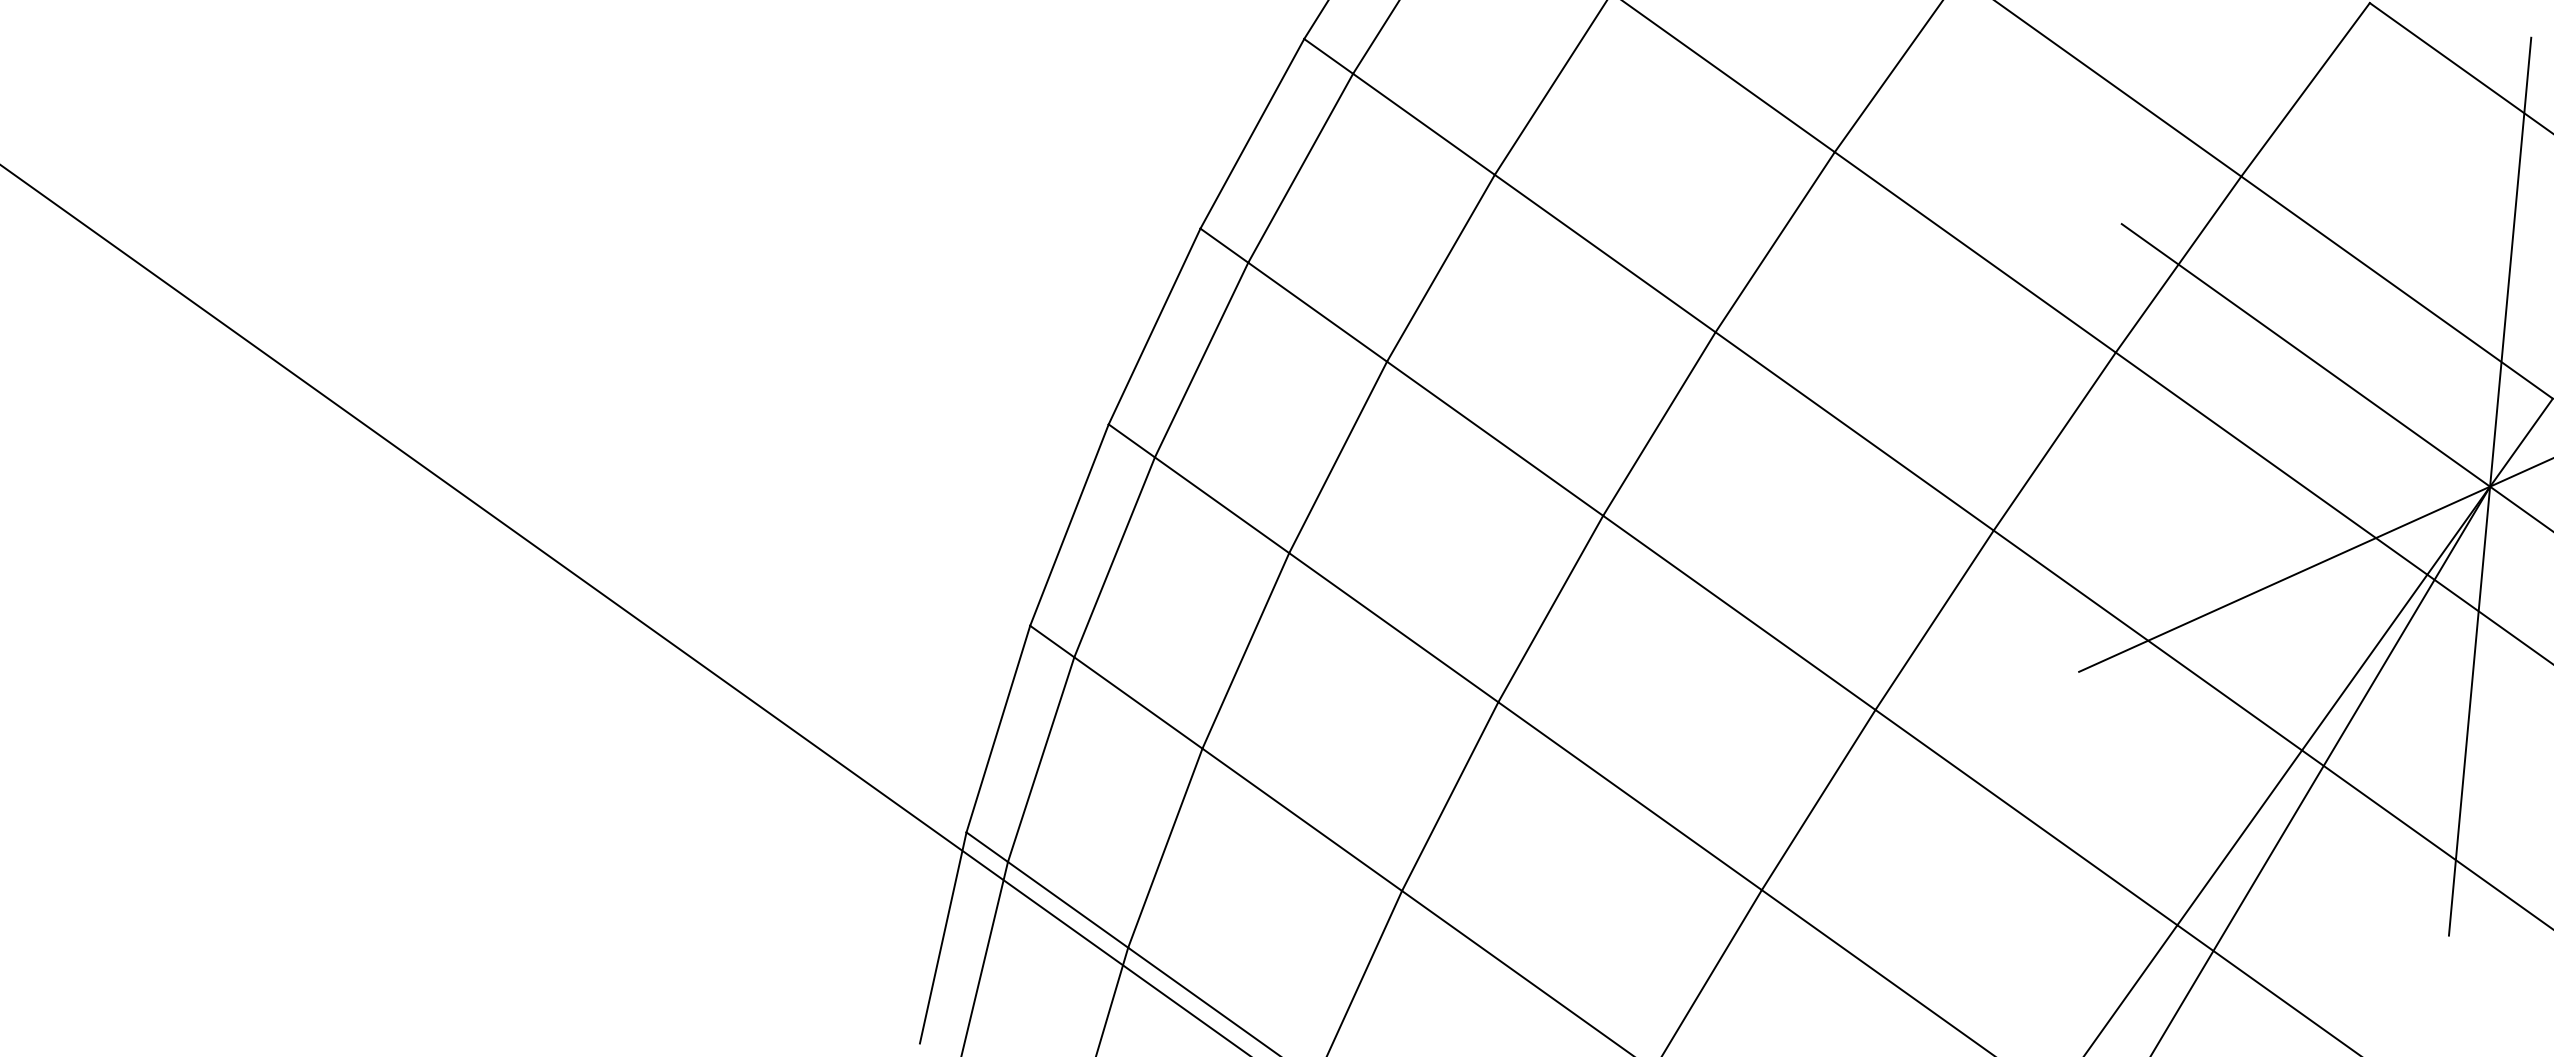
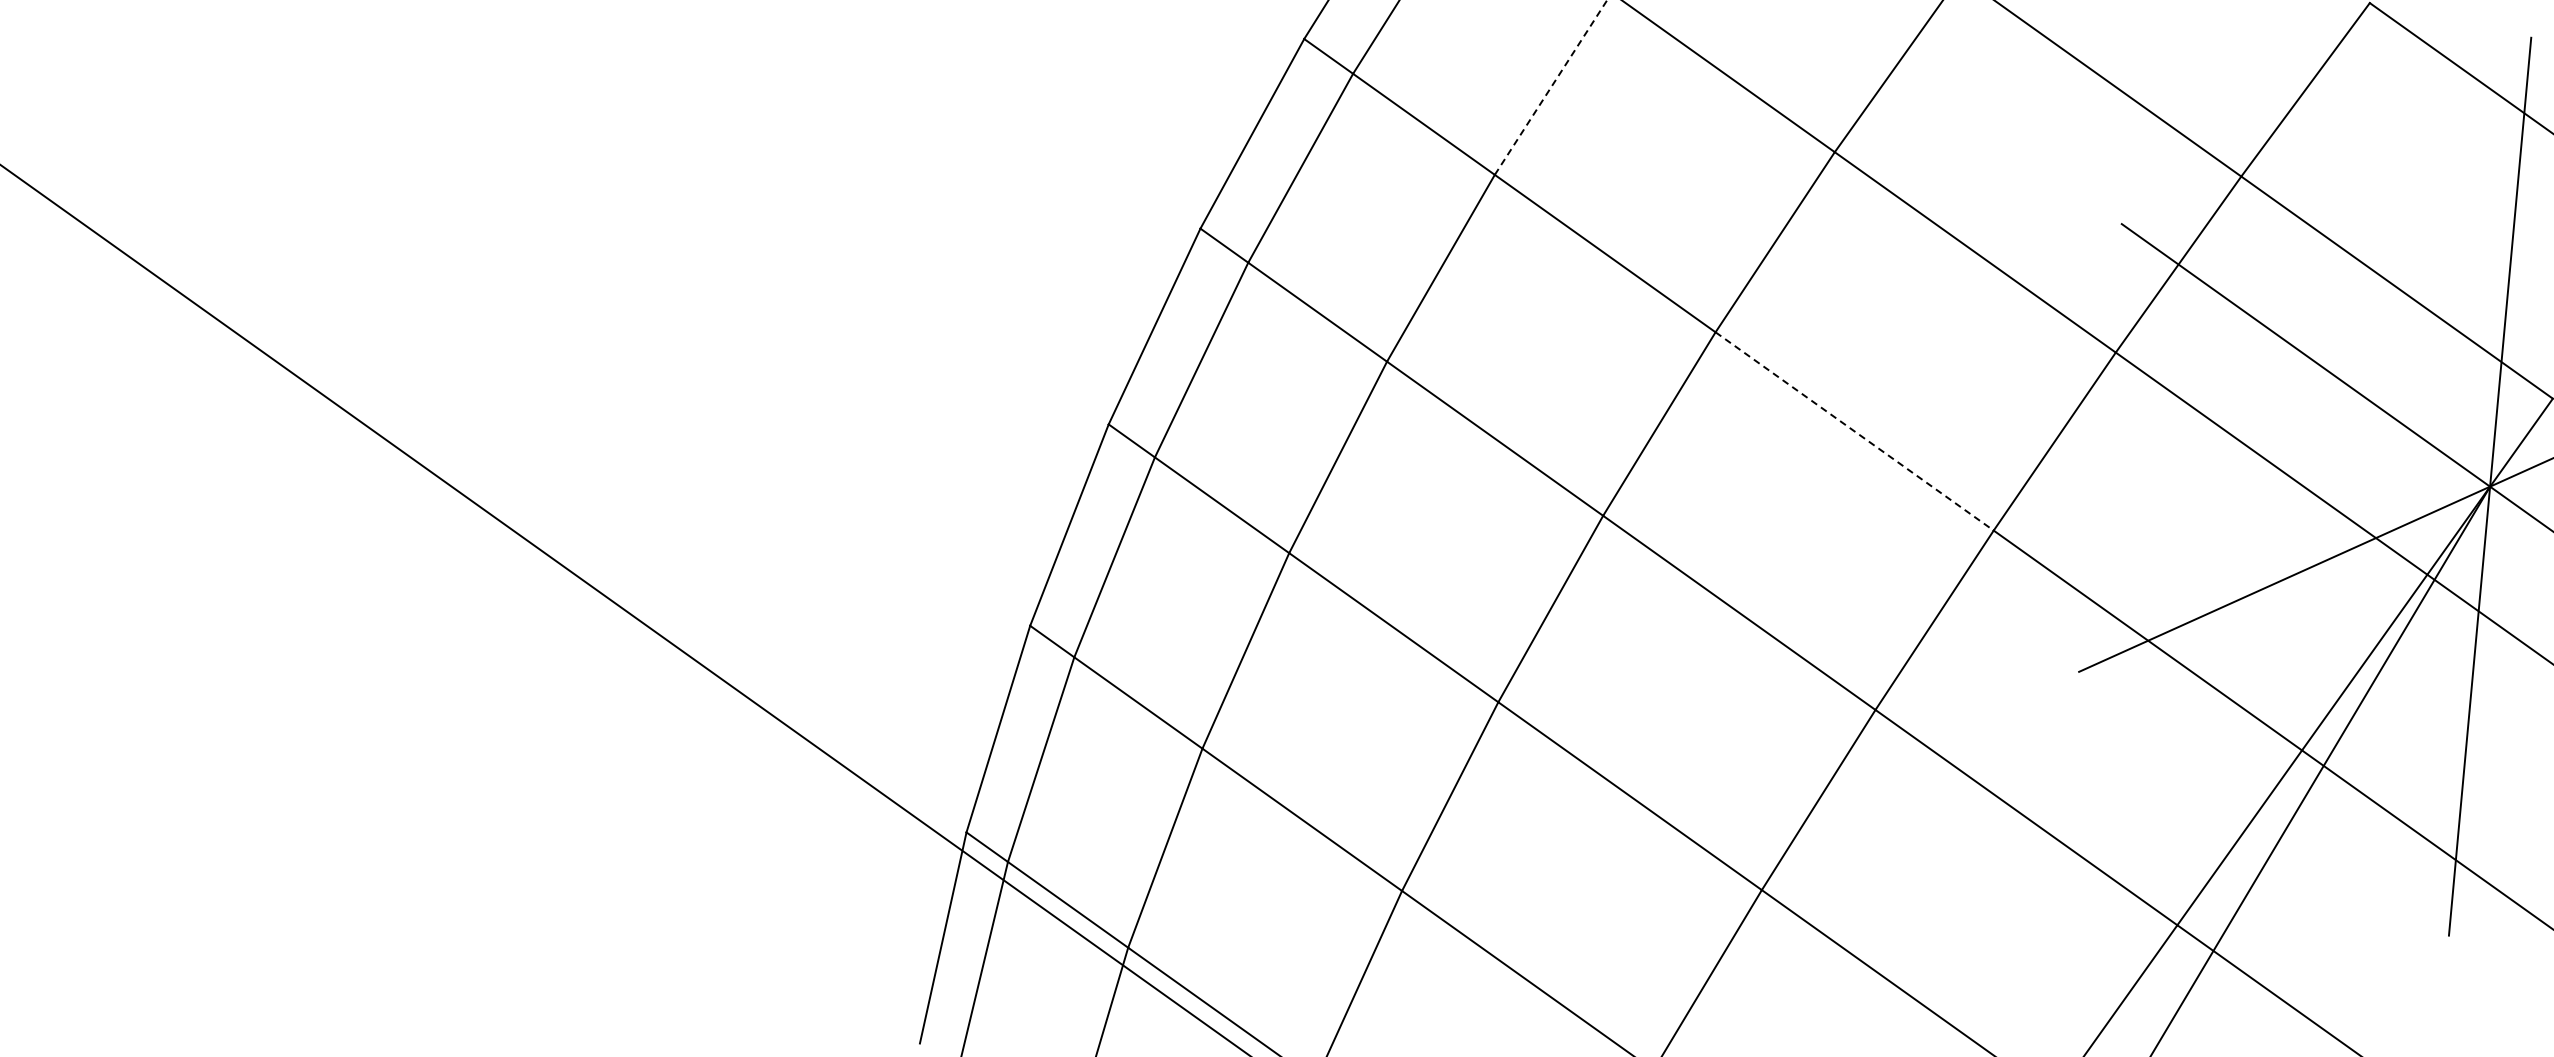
line at (1550, 87): solid -> dashed
line at (1854, 431): solid -> dashed
